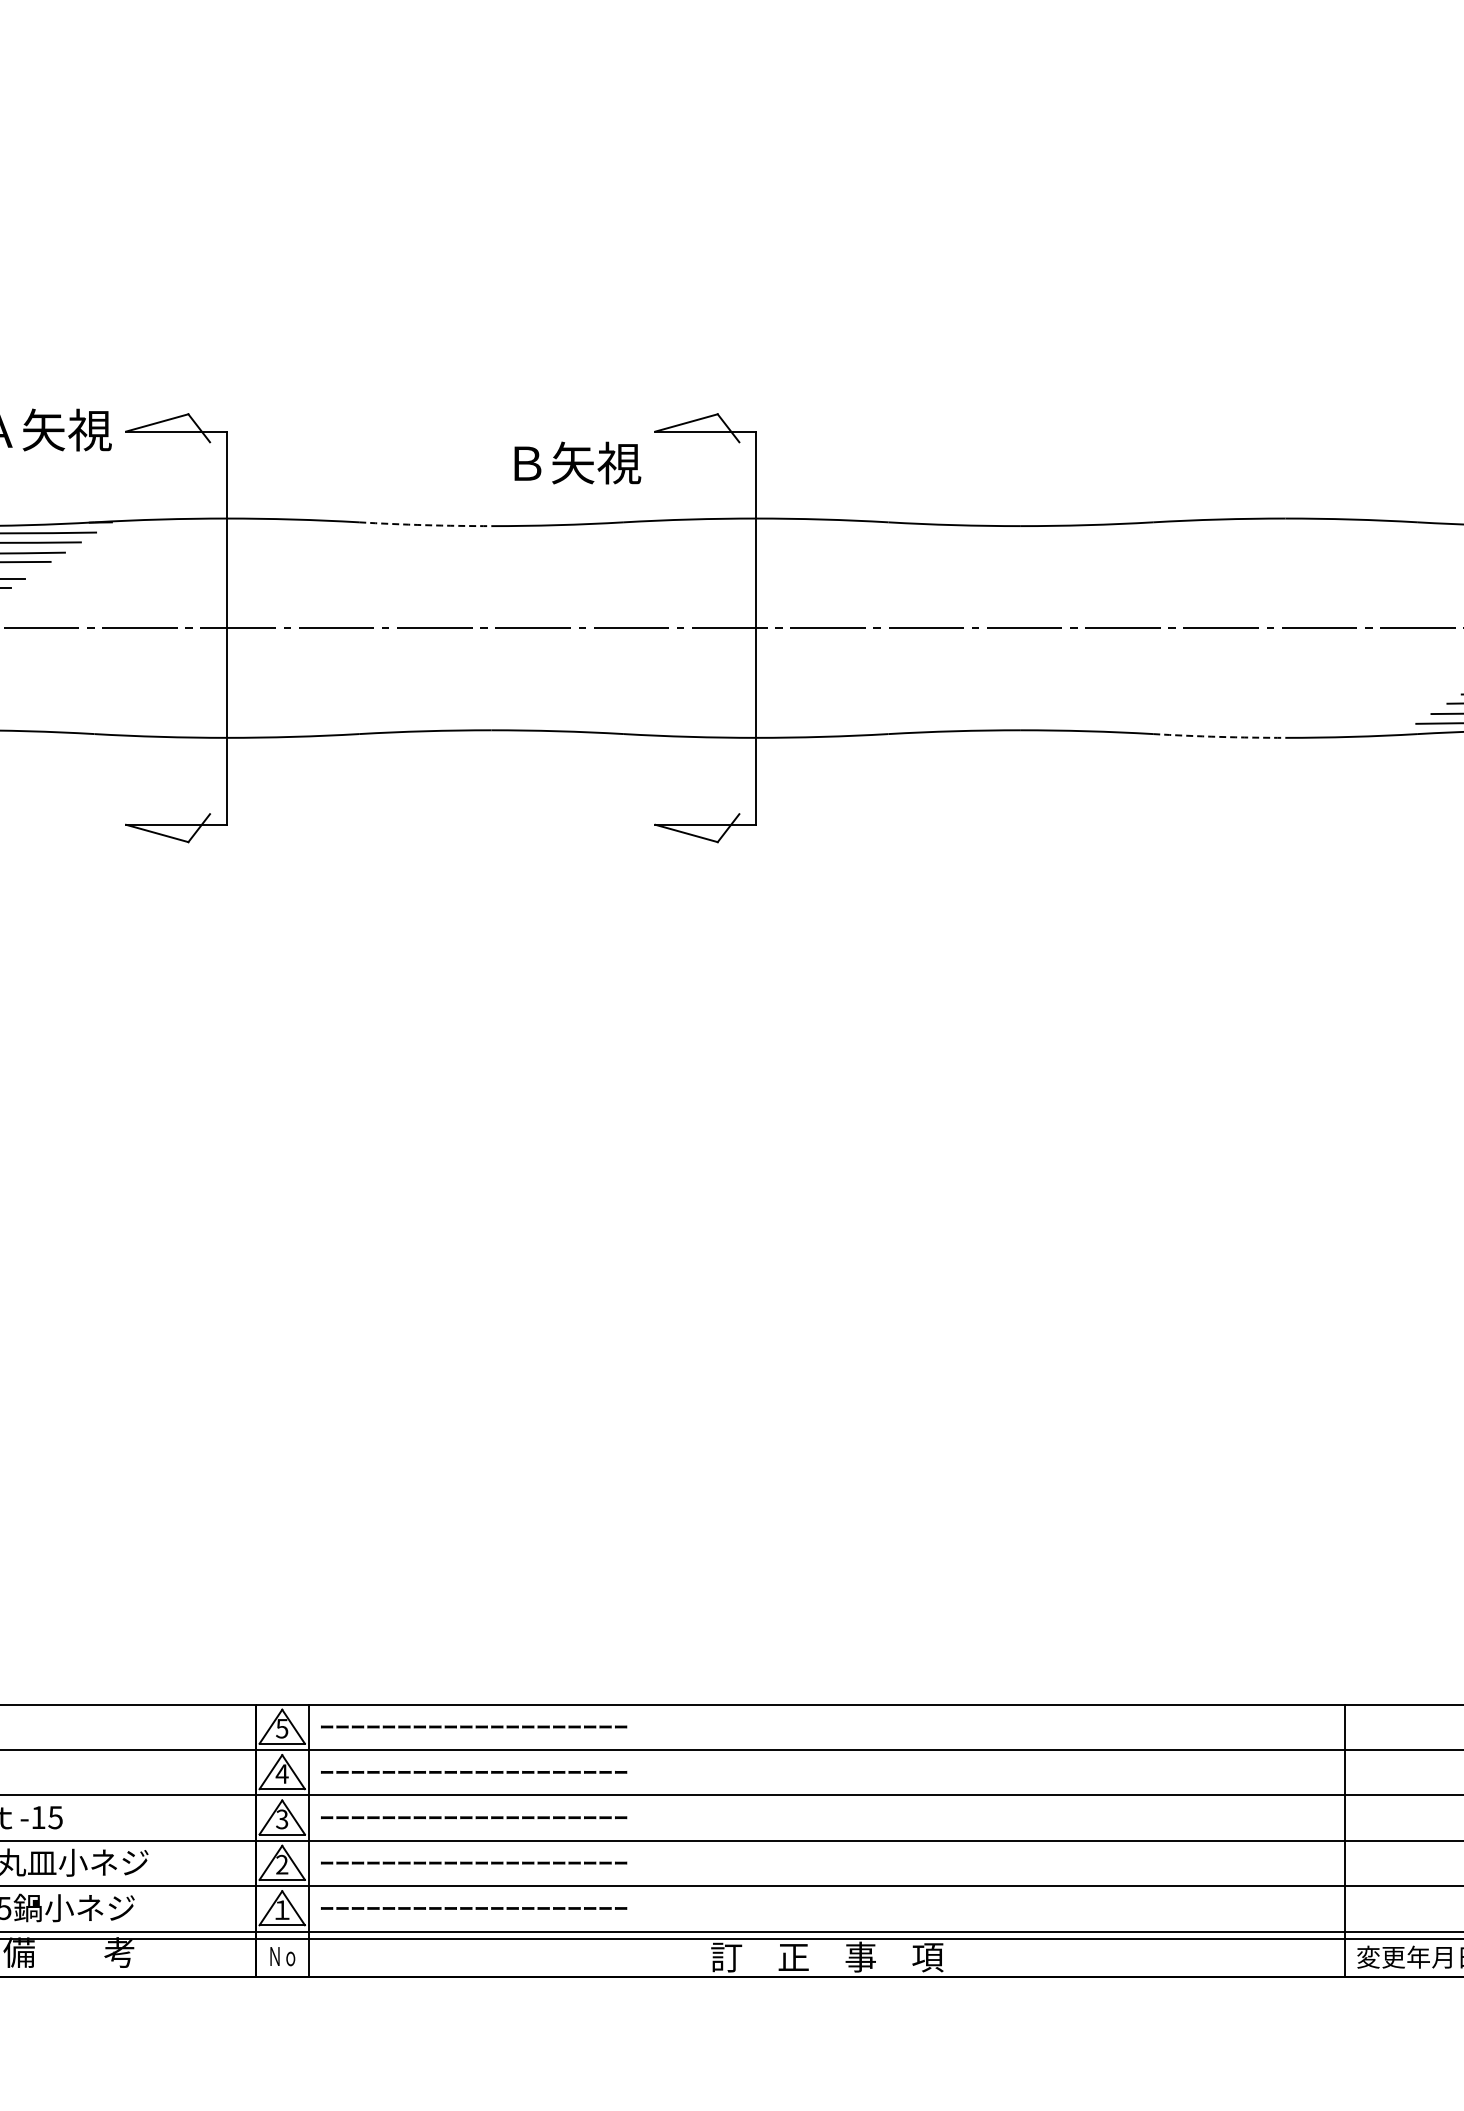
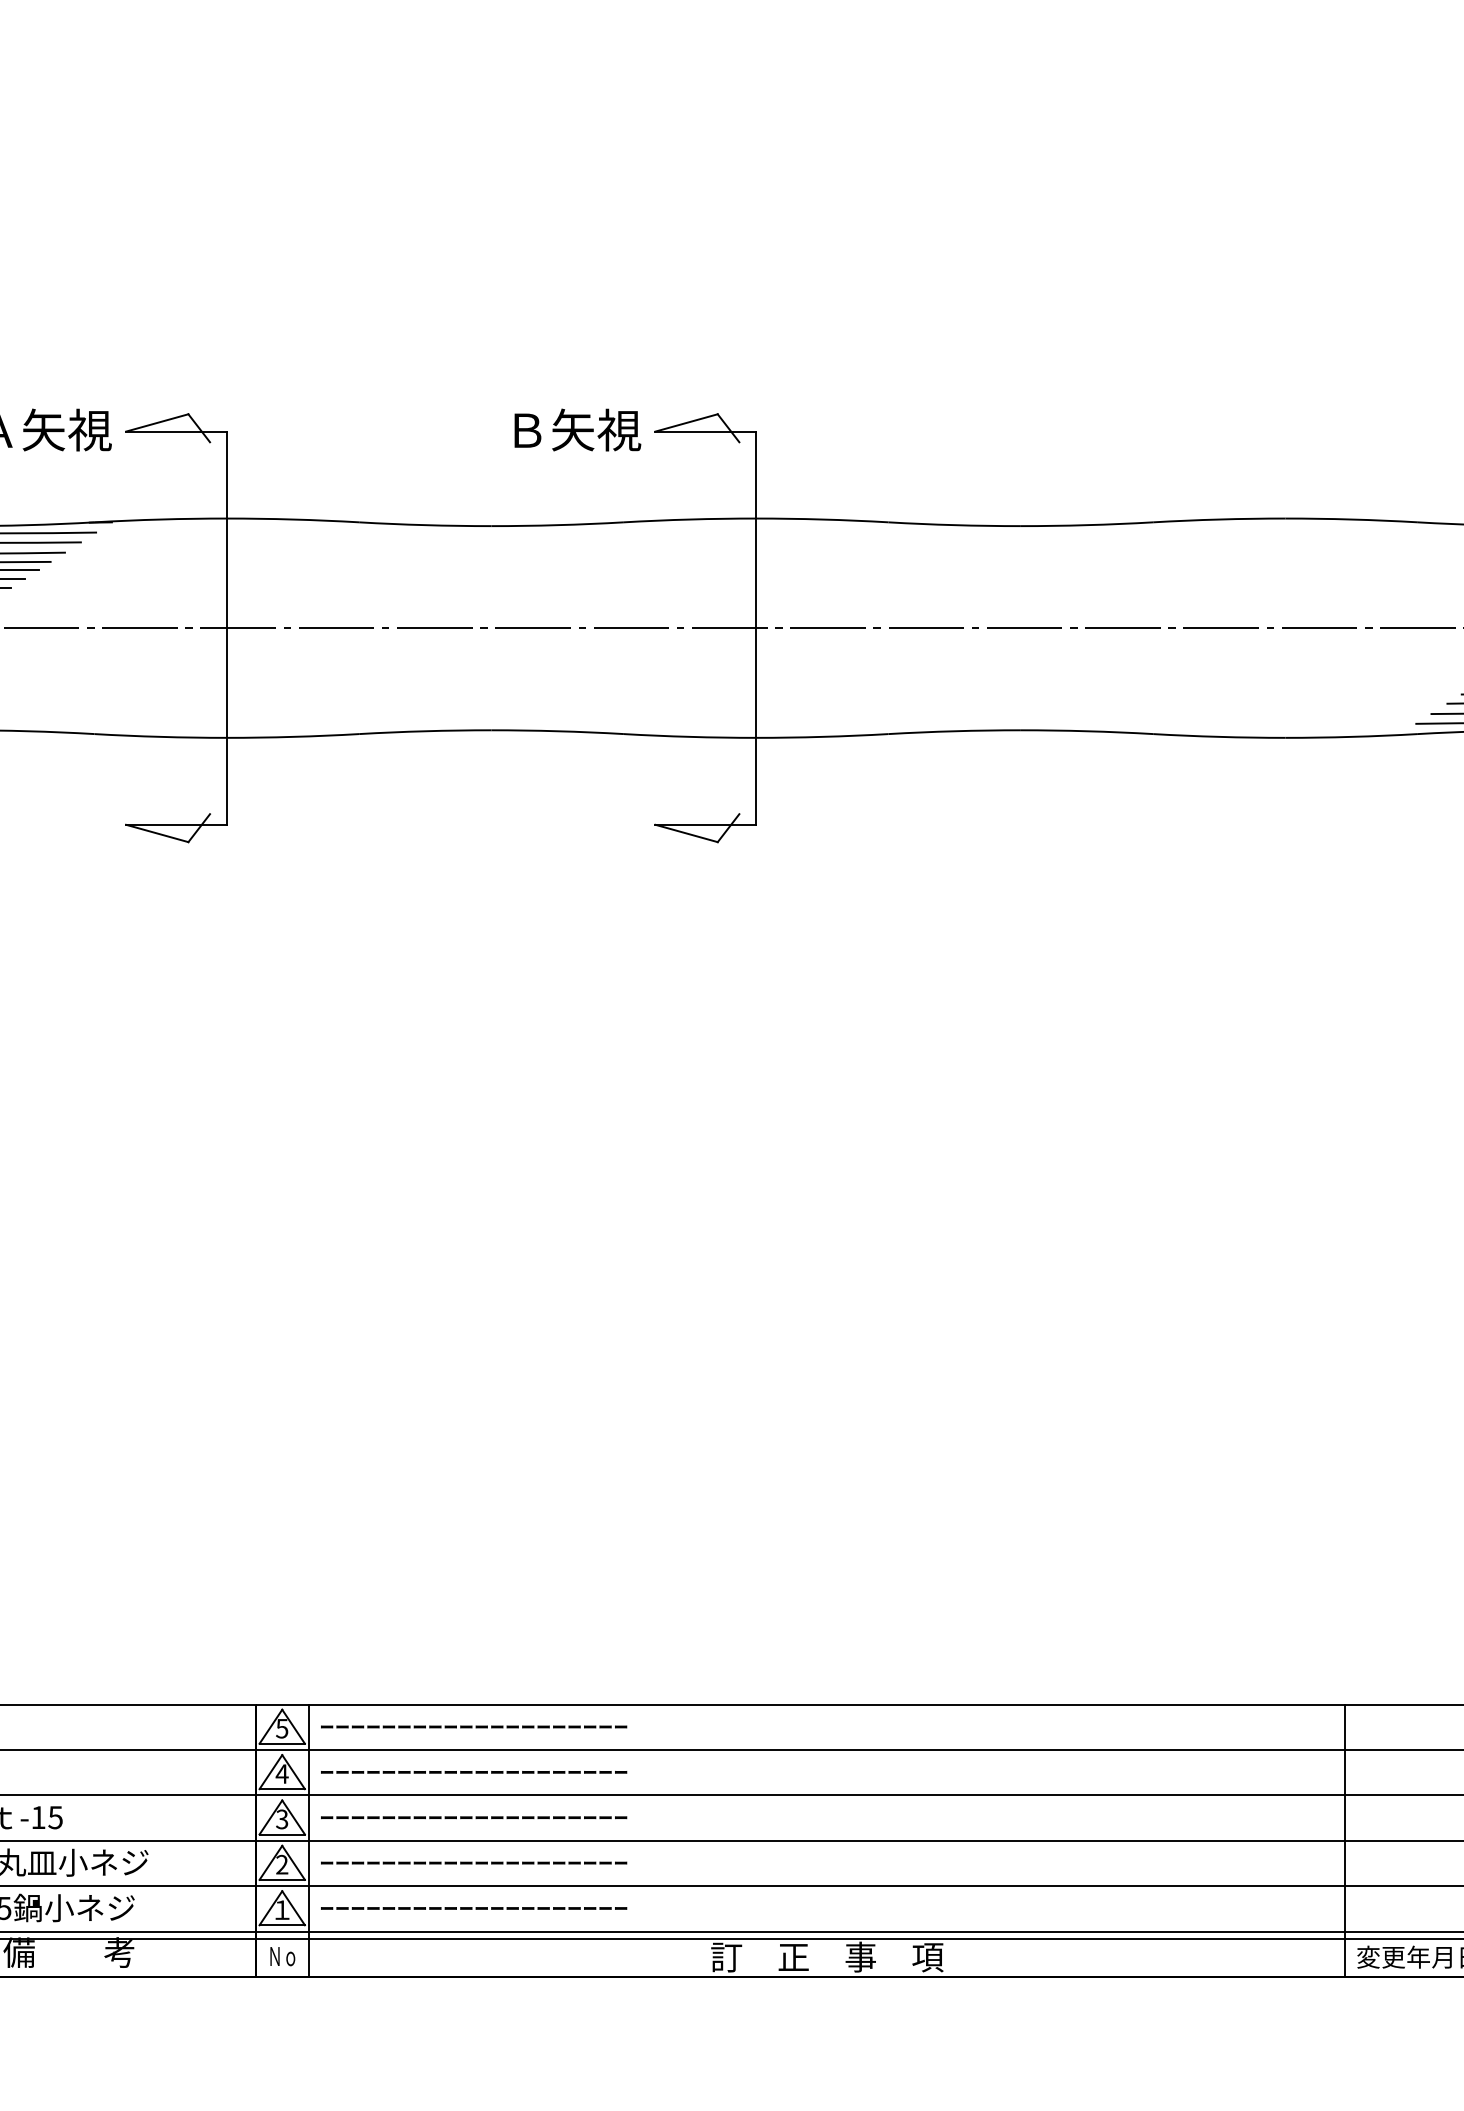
text at (577, 462) position: (577, 462) -> (577, 429)
arc at (425, 525): dashed -> solid
line at (20, 570): none -> present
arc at (1219, 736): dashed -> solid
